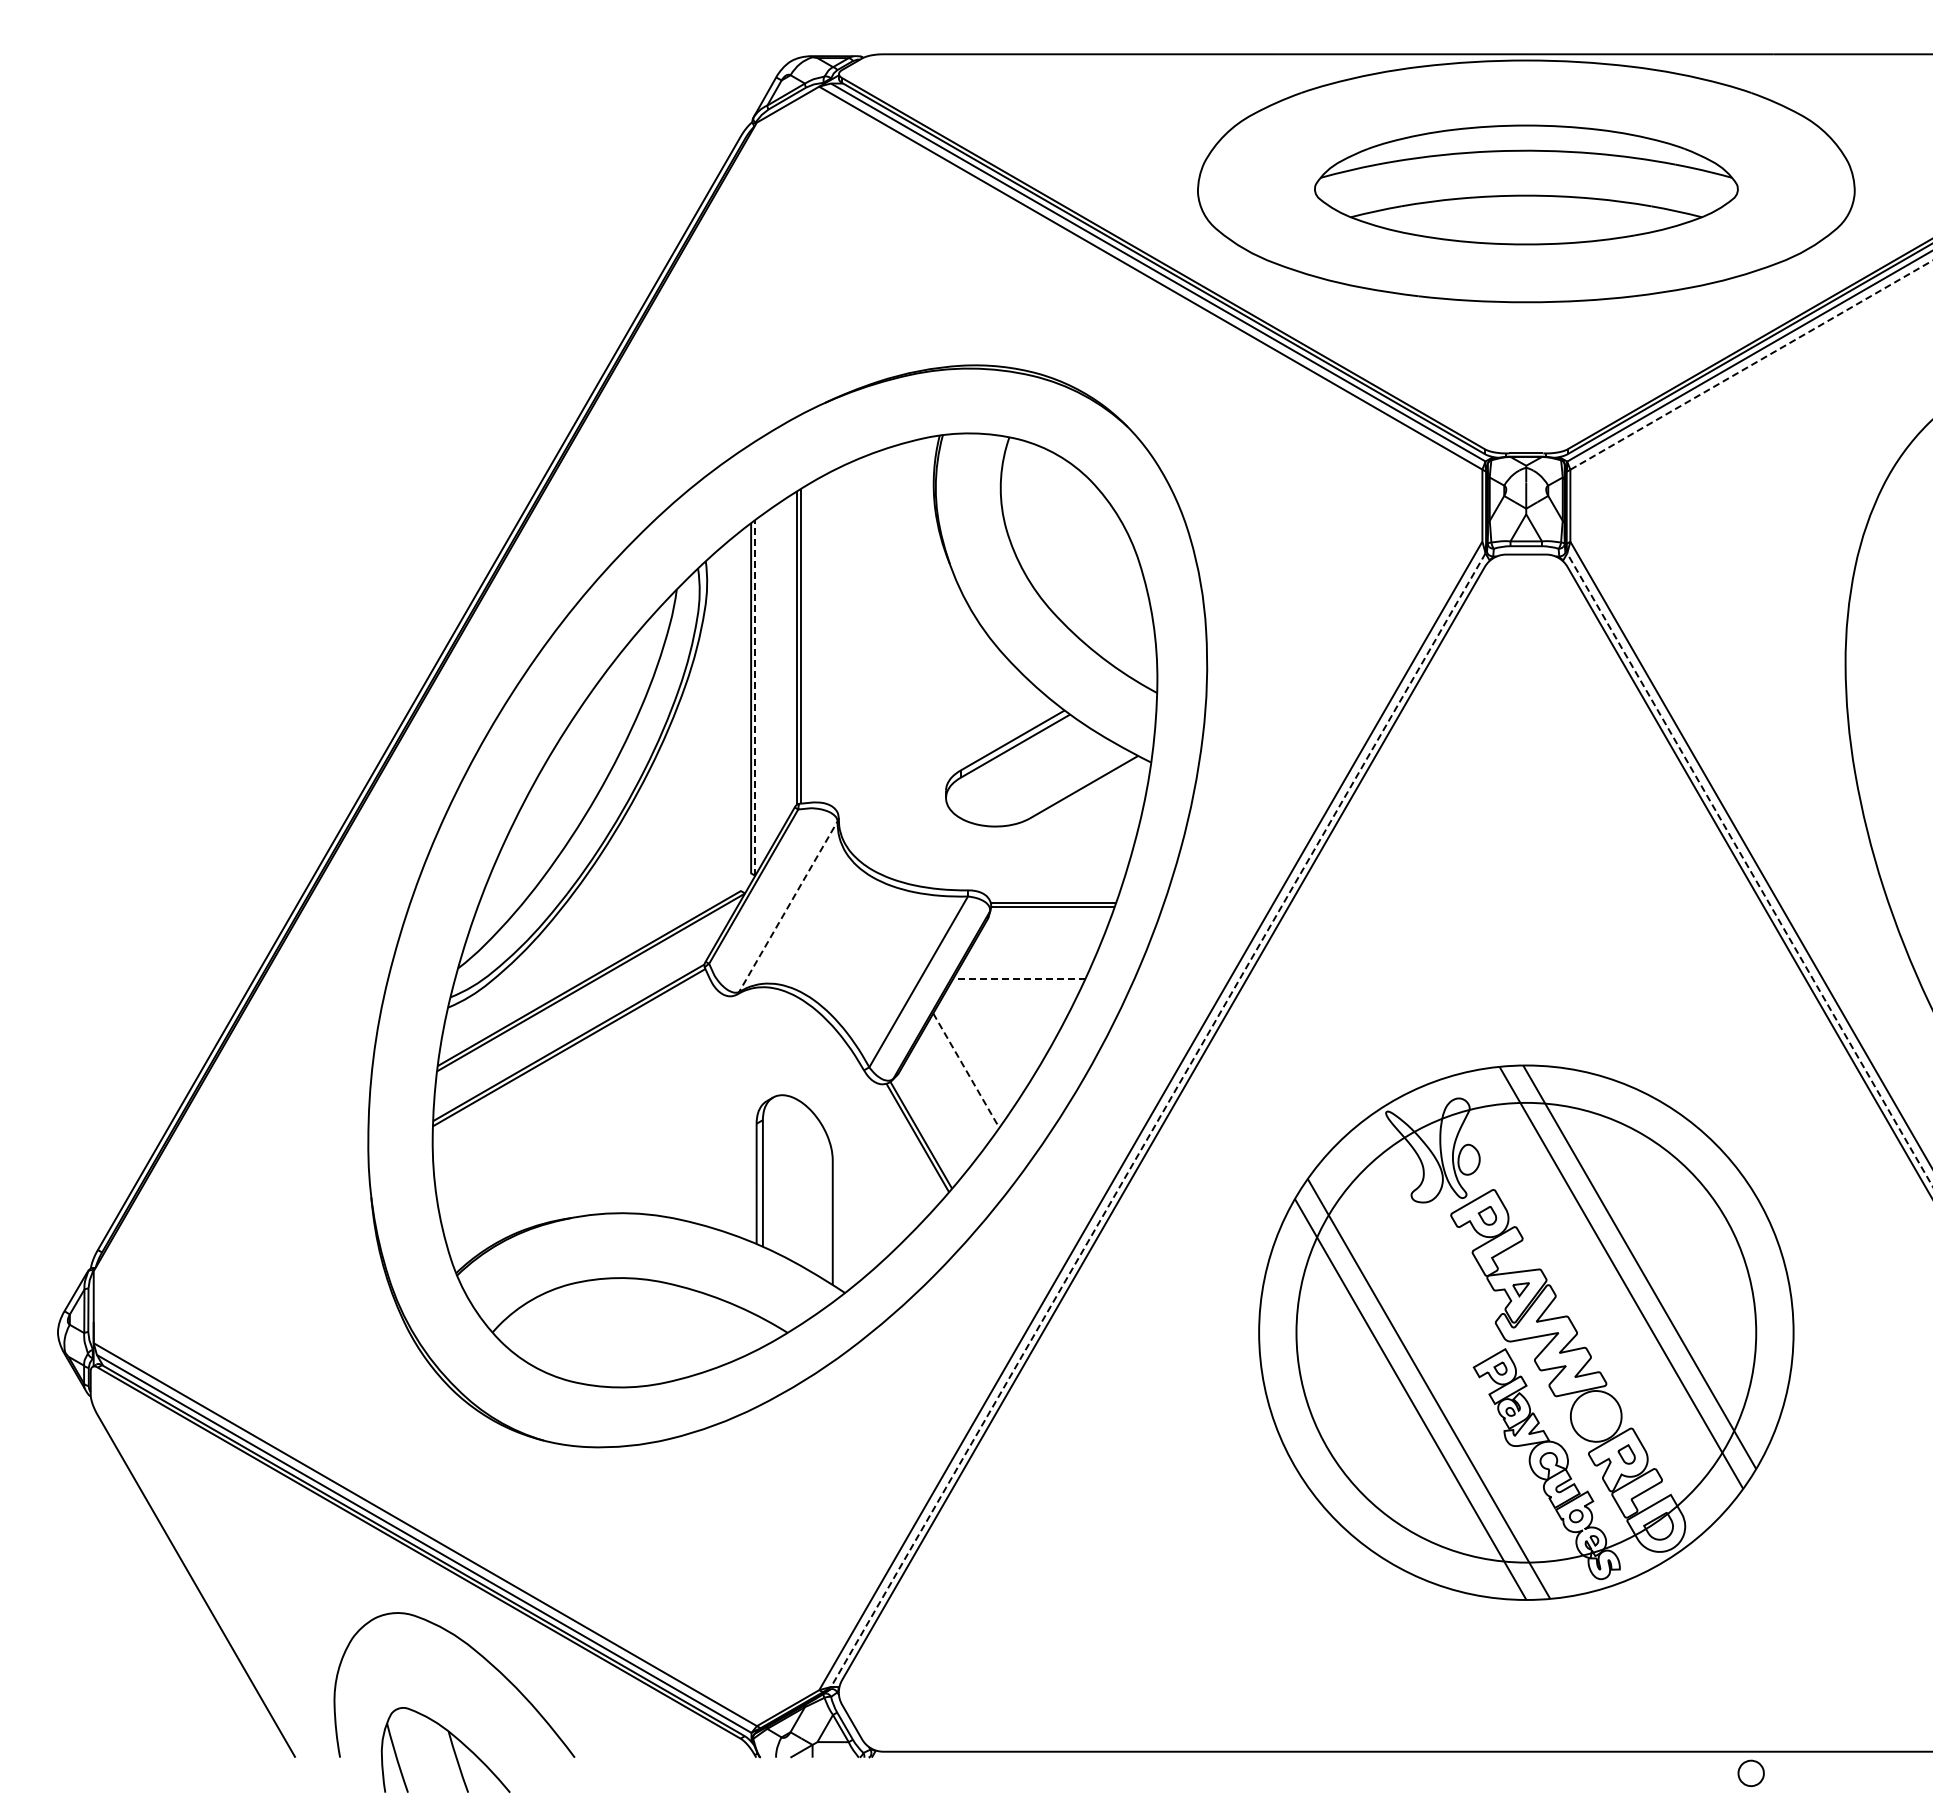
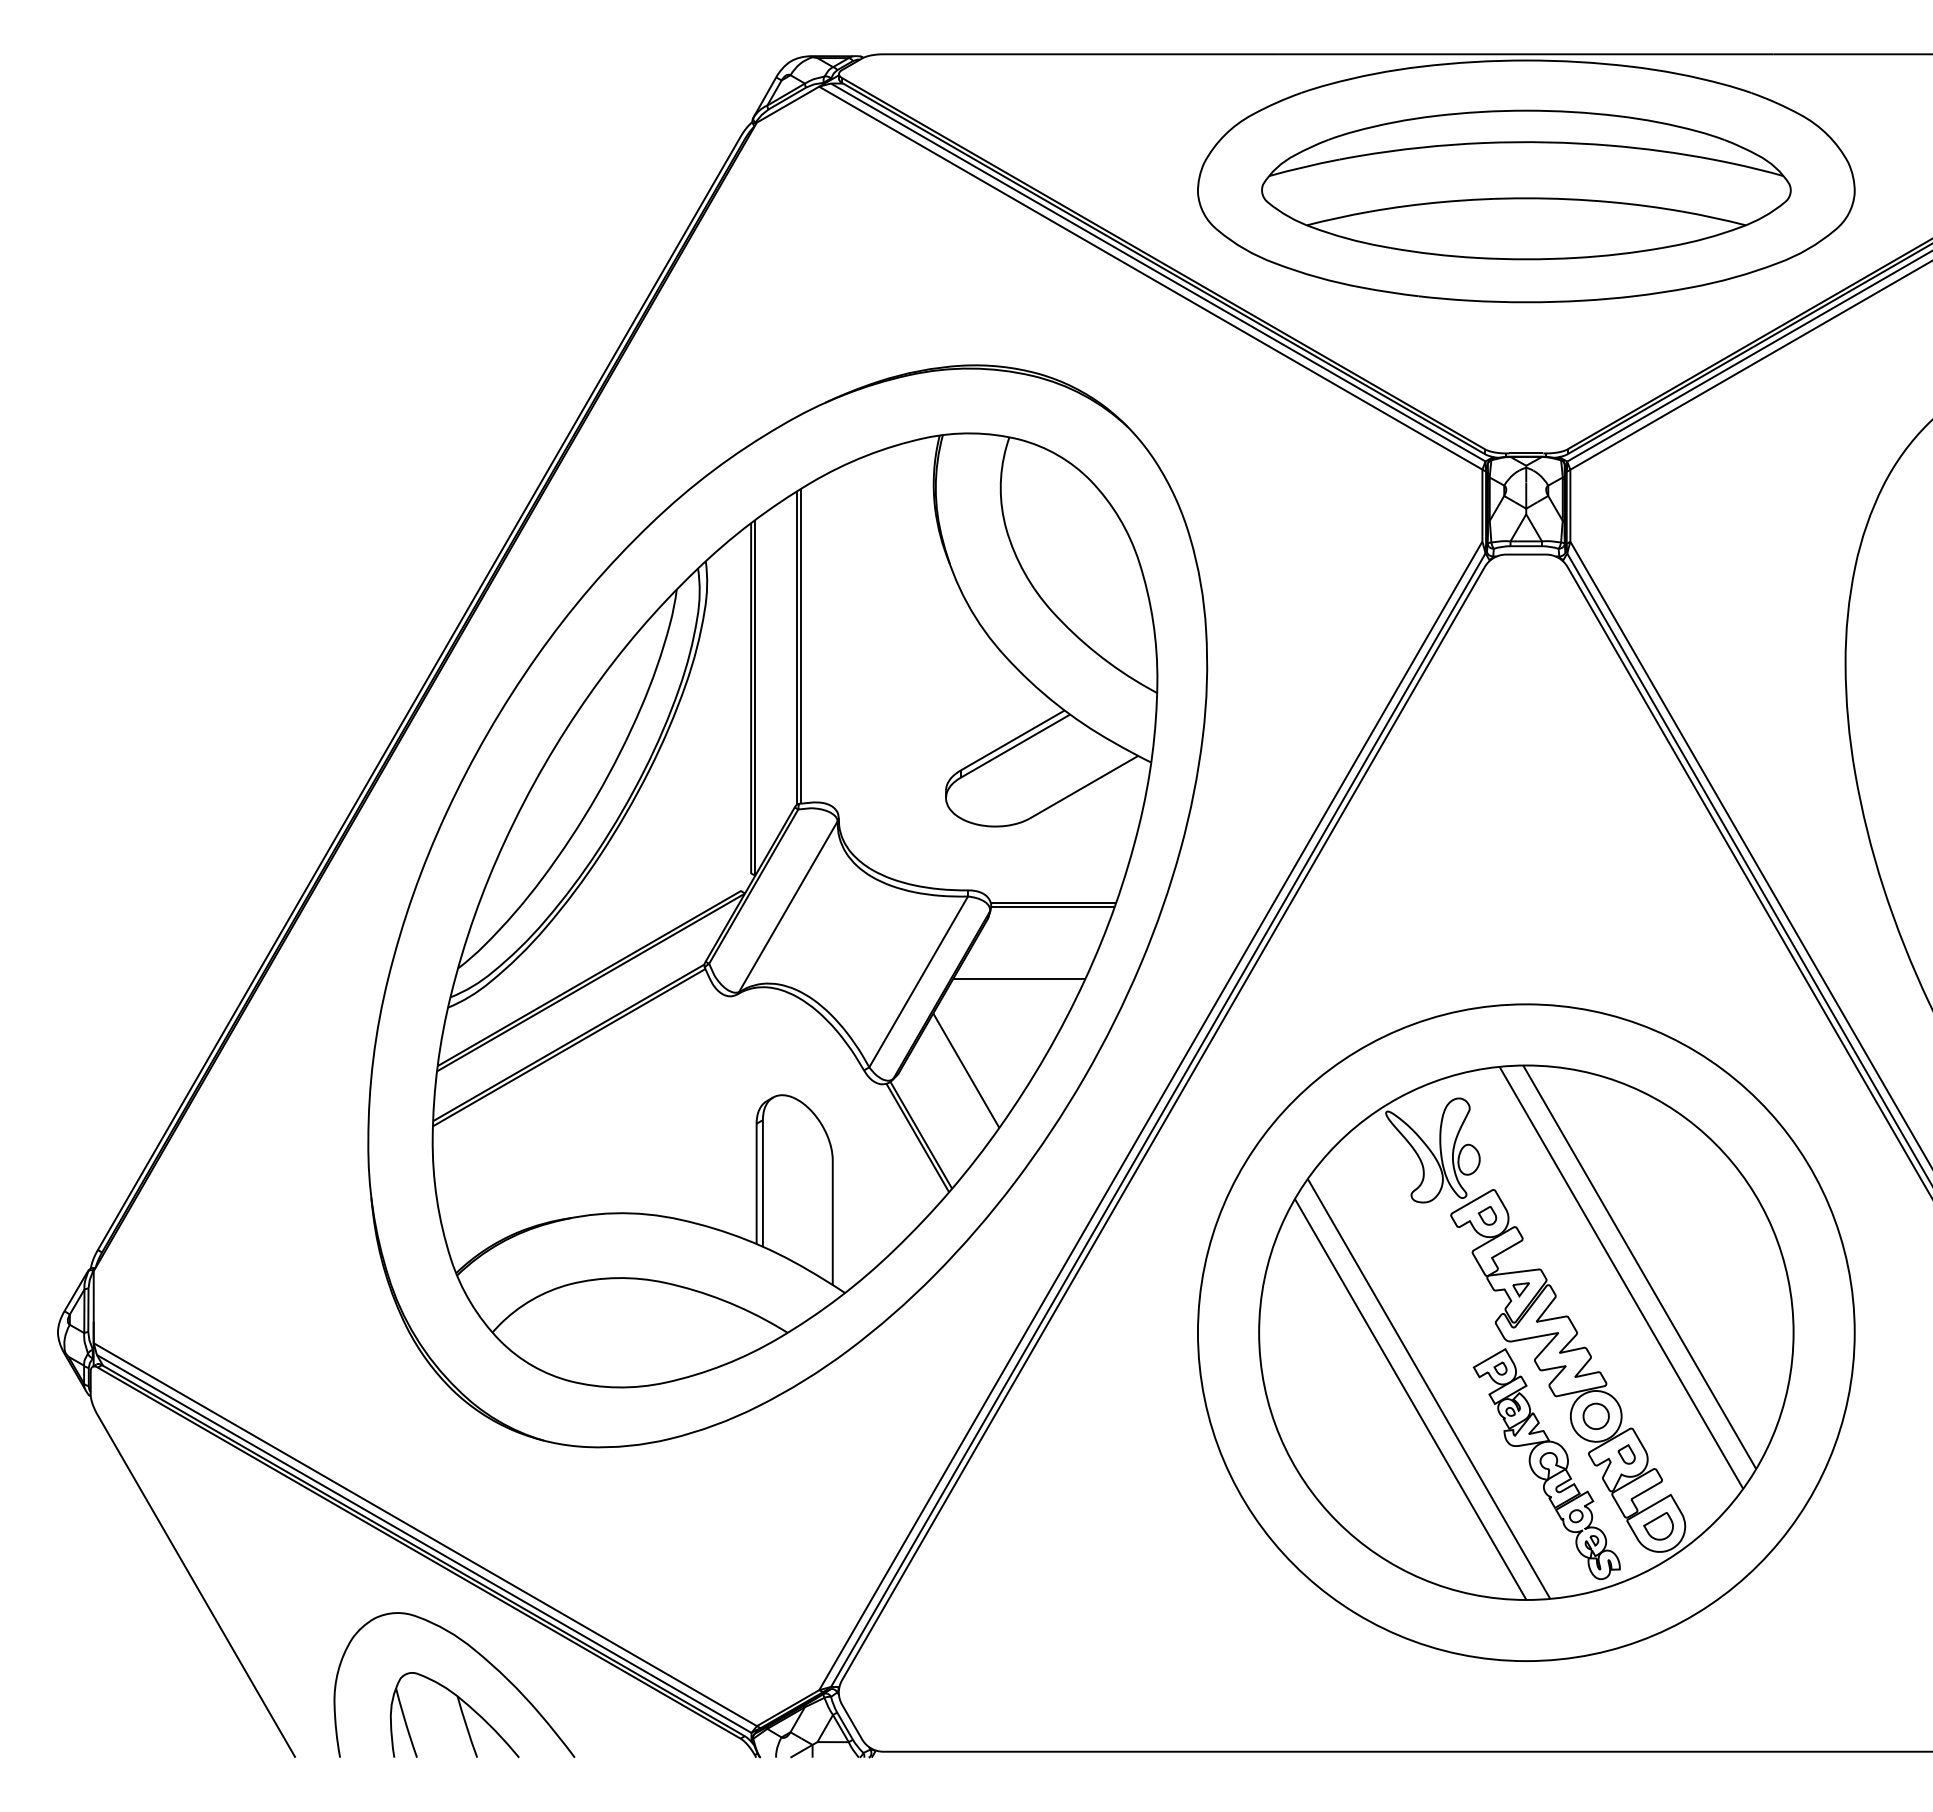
part at (1526, 184) size: 425x122 px -> 531x152 px
line at (1751, 365): dashed -> solid
line at (755, 697): dashed -> solid
line at (1749, 869): dashed -> solid
line at (788, 906): dashed -> solid
line at (1018, 978): dashed -> solid
line at (966, 1071): dashed -> solid
line at (1158, 1120): dashed -> solid
circle at (1526, 1332) diameter: 460 px -> 657 px
part at (452, 1749) position: (452, 1749) -> (461, 1714)
part at (1750, 1772) position: (1750, 1772) -> (1595, 1415)
